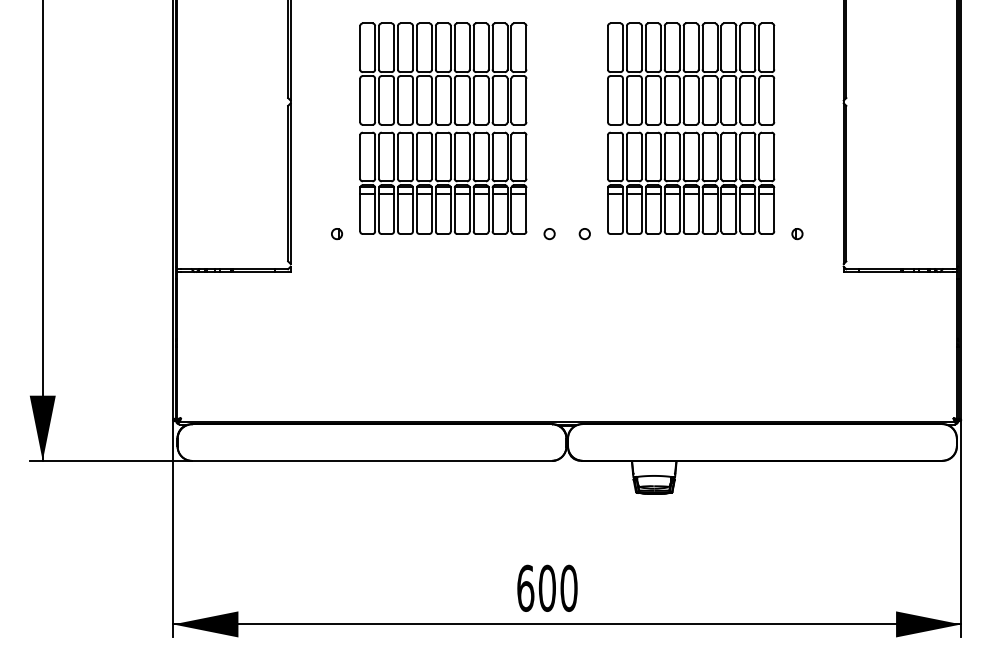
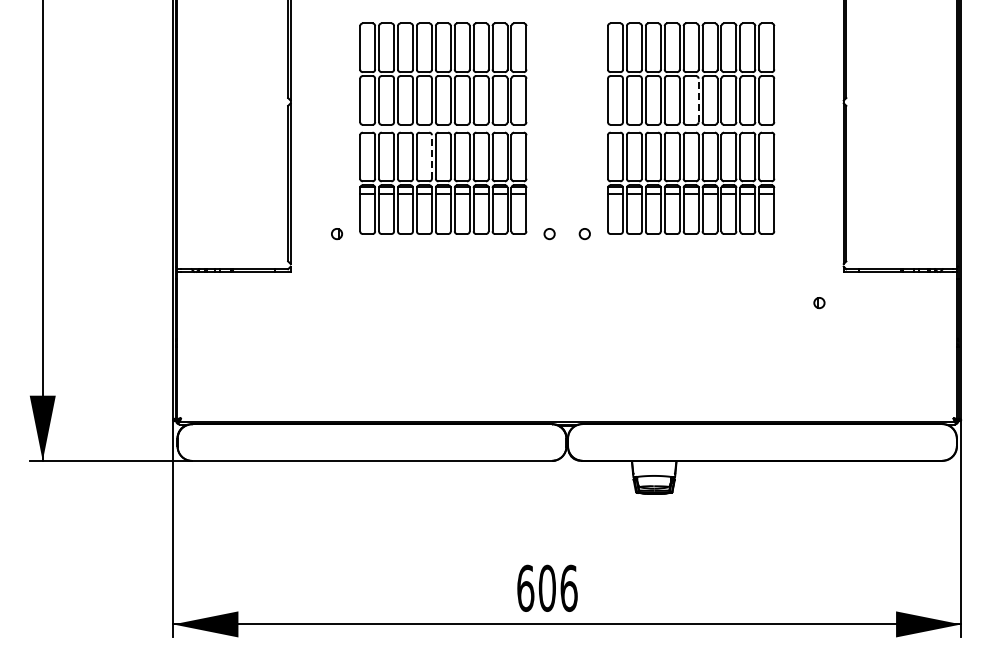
line at (698, 100): solid -> dashed
line at (431, 157): solid -> dashed
part at (797, 234) position: (797, 234) -> (819, 303)
text at (568, 587): 600 -> 606
